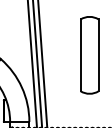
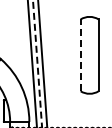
line at (80, 55): solid -> dashed
line at (37, 63): solid -> dashed
